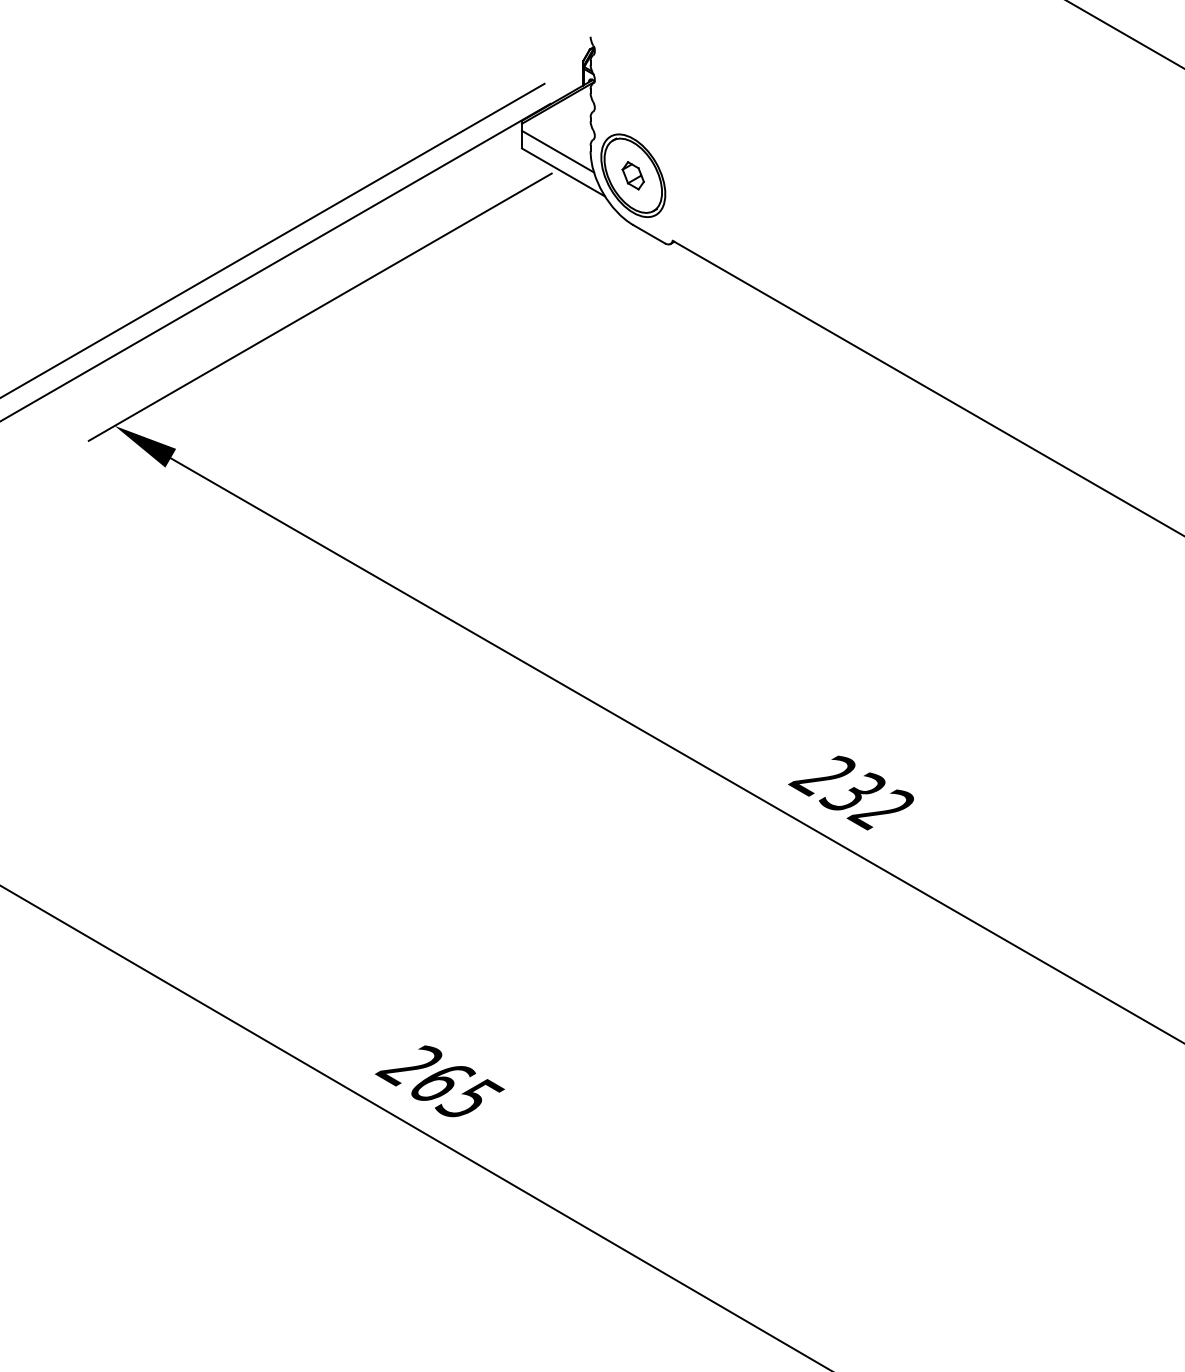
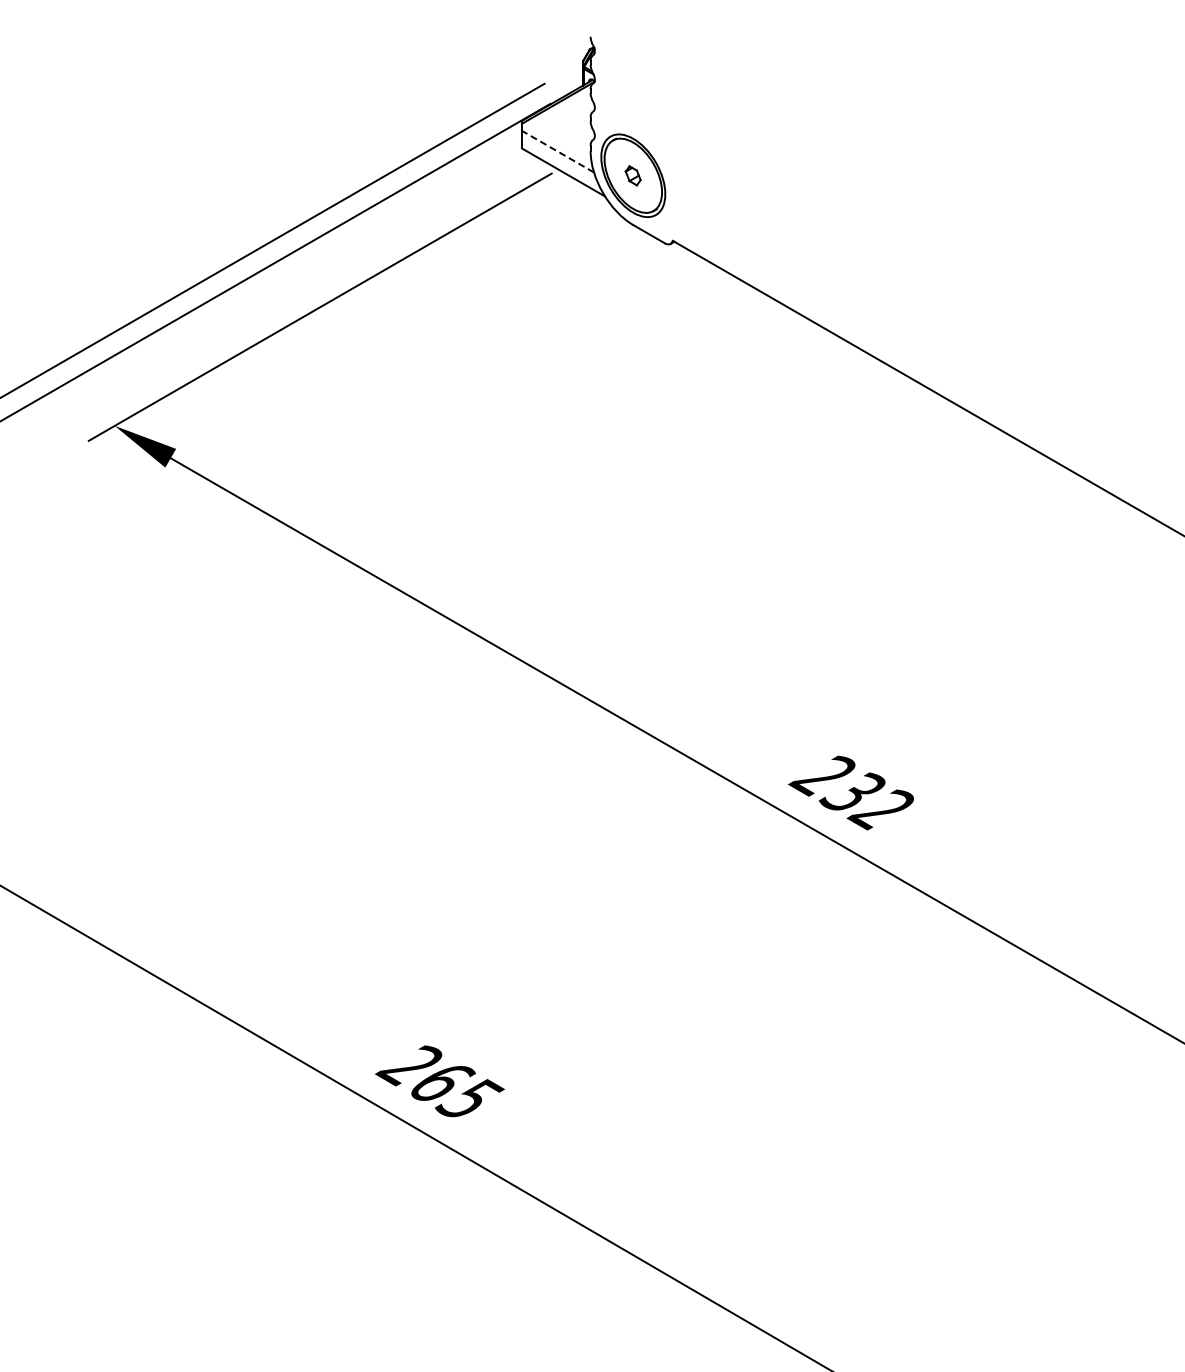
line at (1124, 34): present -> none
line at (558, 151): solid -> dashed
part at (632, 175) size: 24x30 px -> 18x22 px
